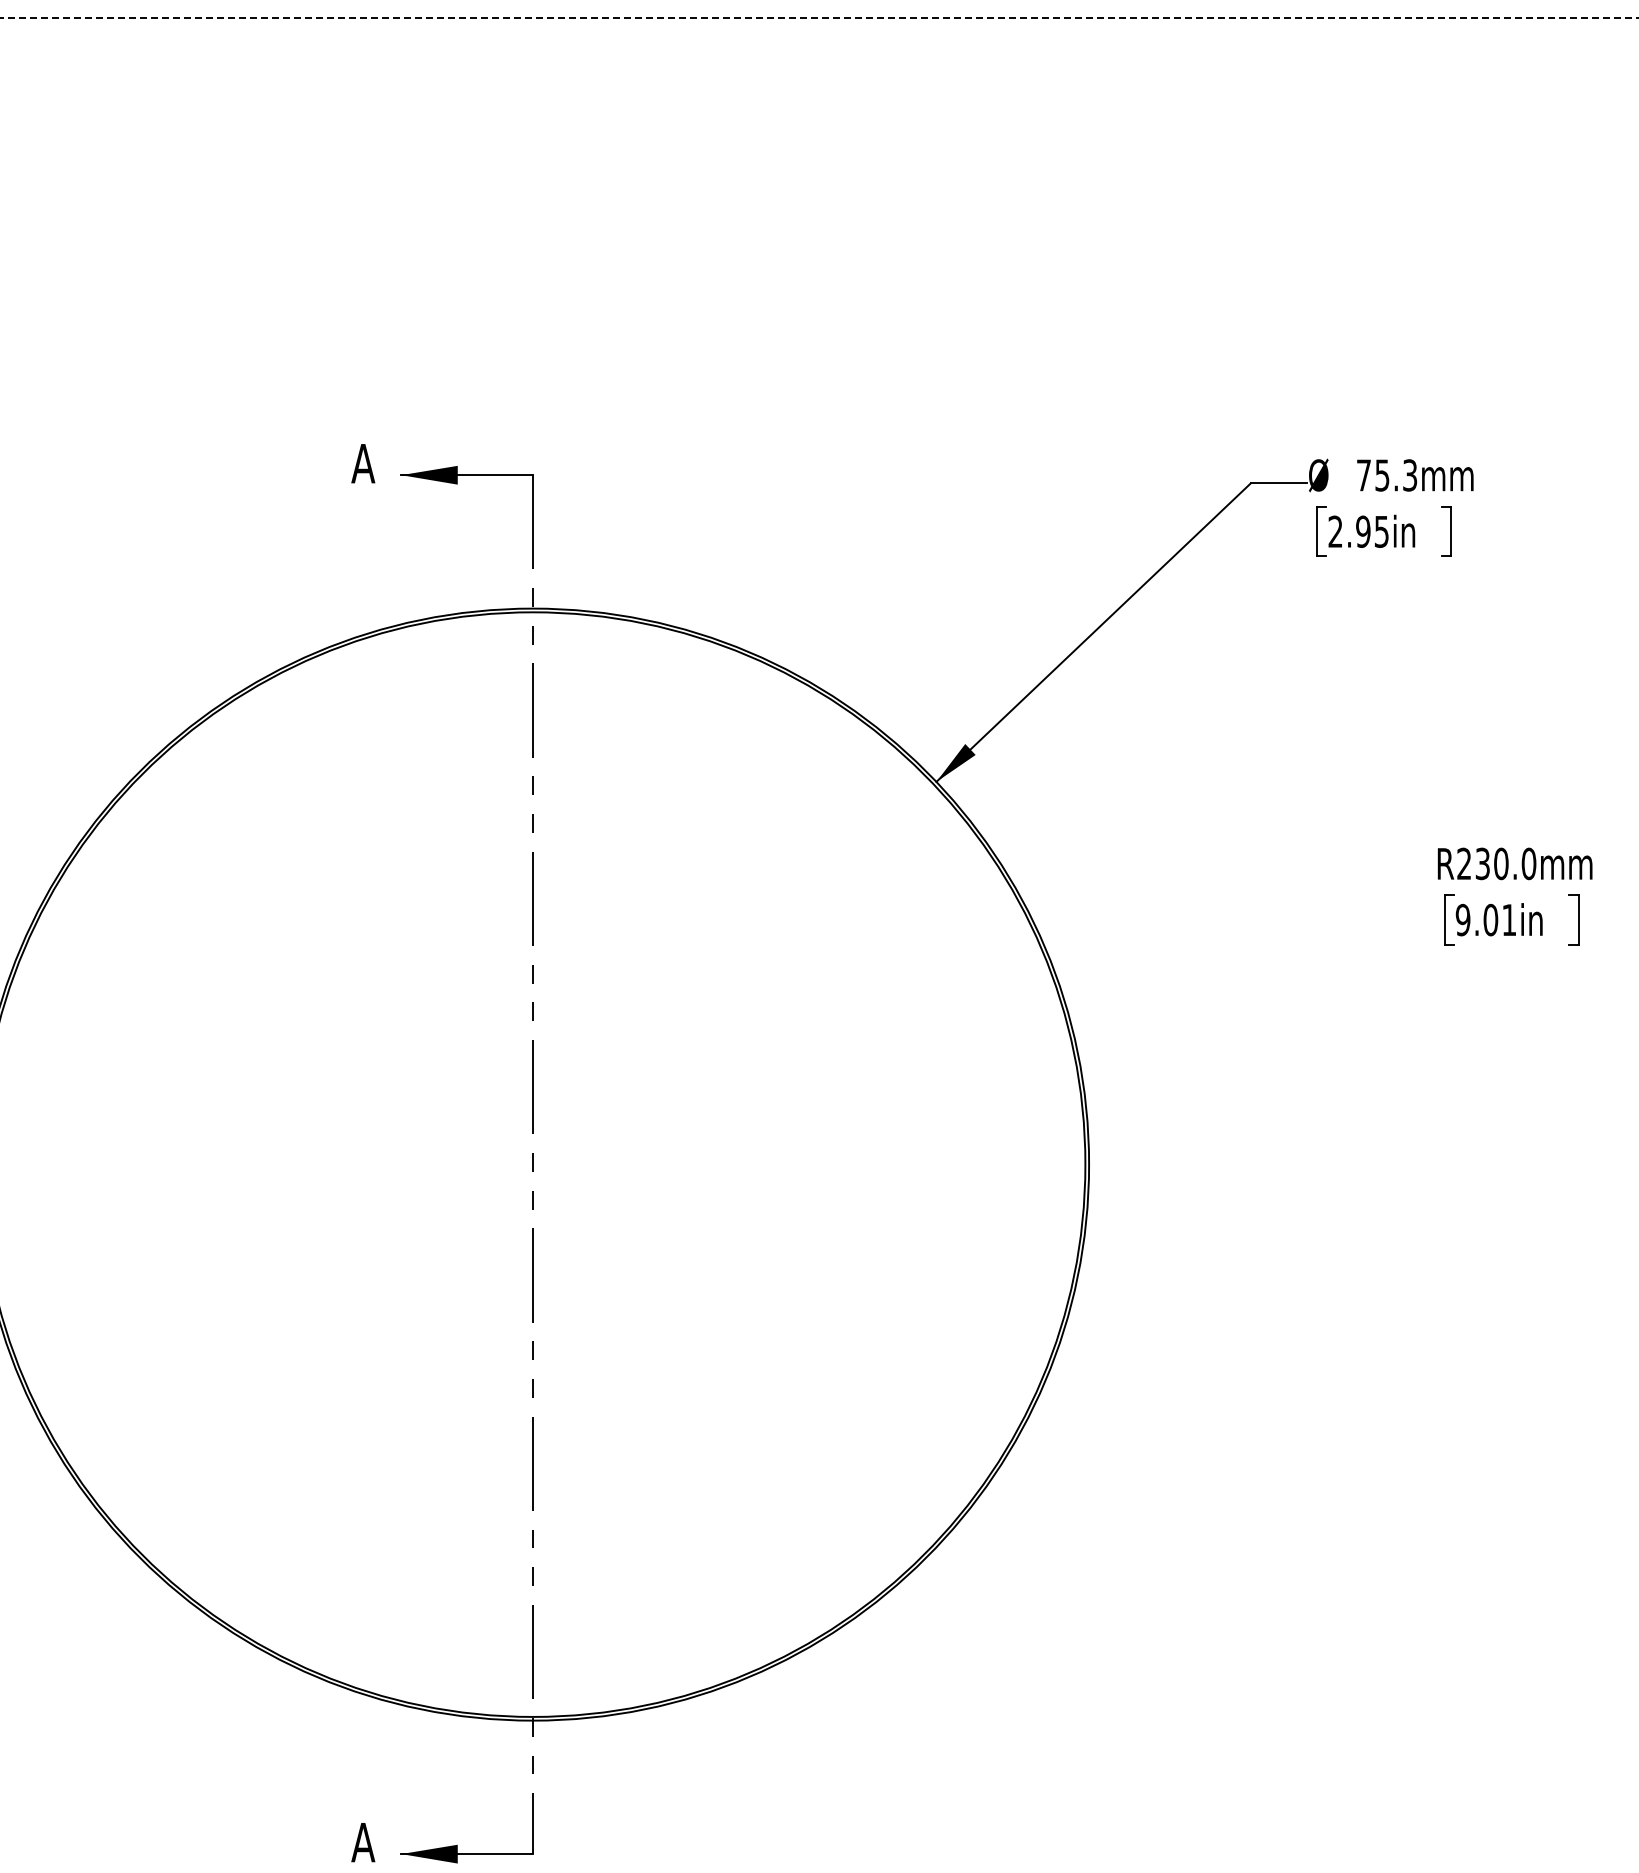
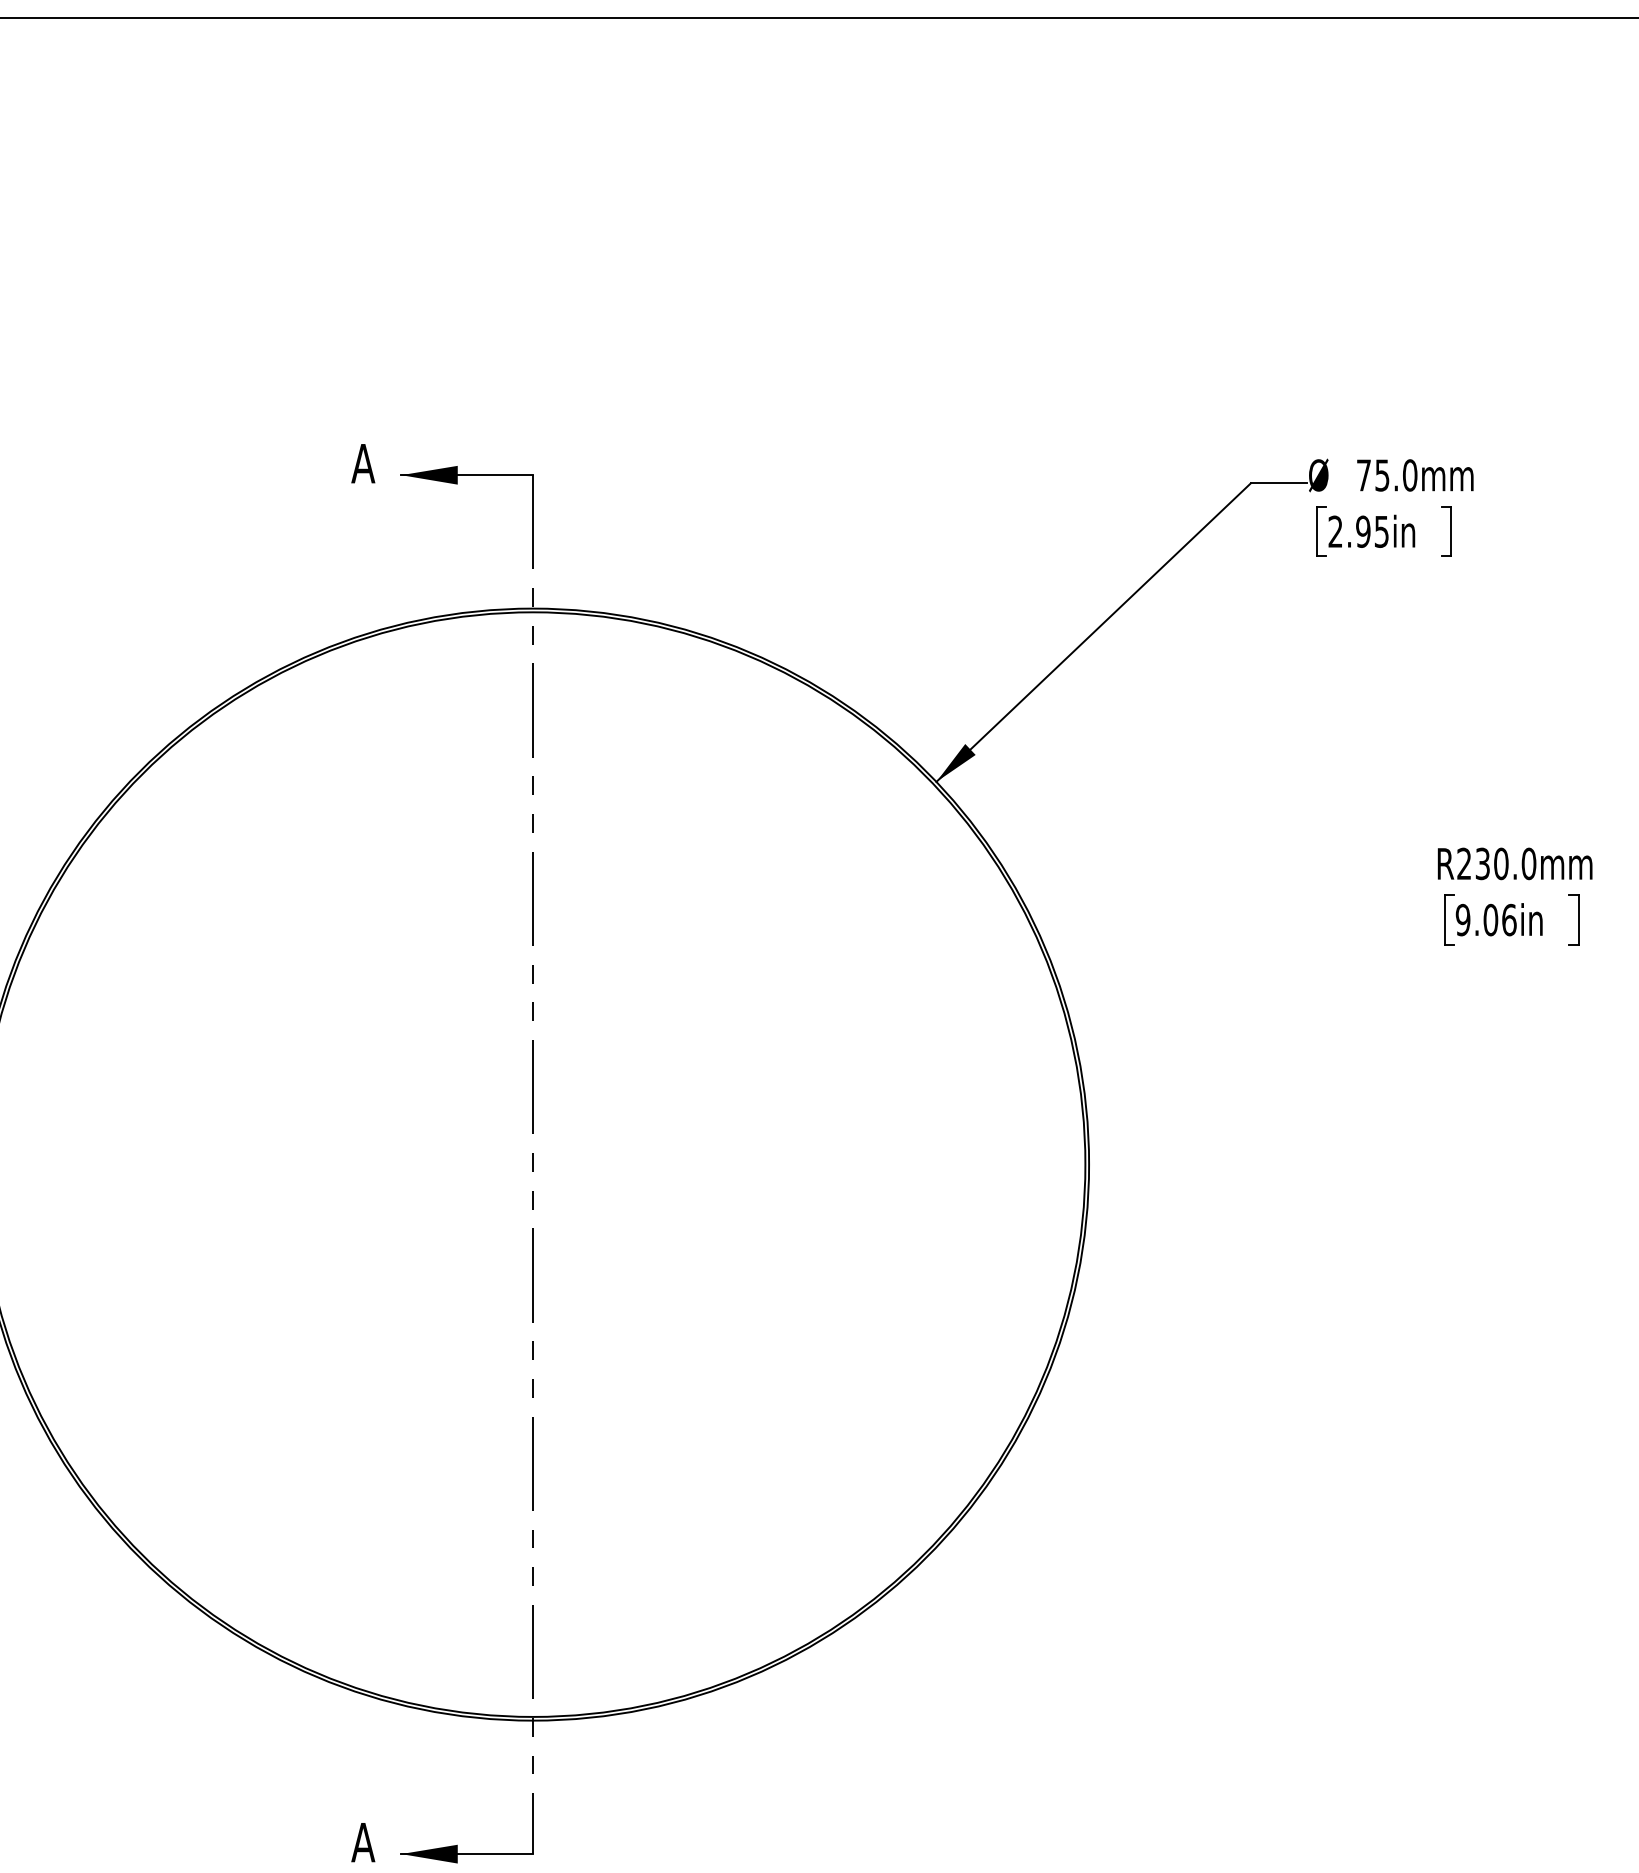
line at (819, 18): dashed -> solid
text at (1410, 475): 75.3mm -> 75.0mm
text at (1509, 919): 9.01in -> 9.06in
